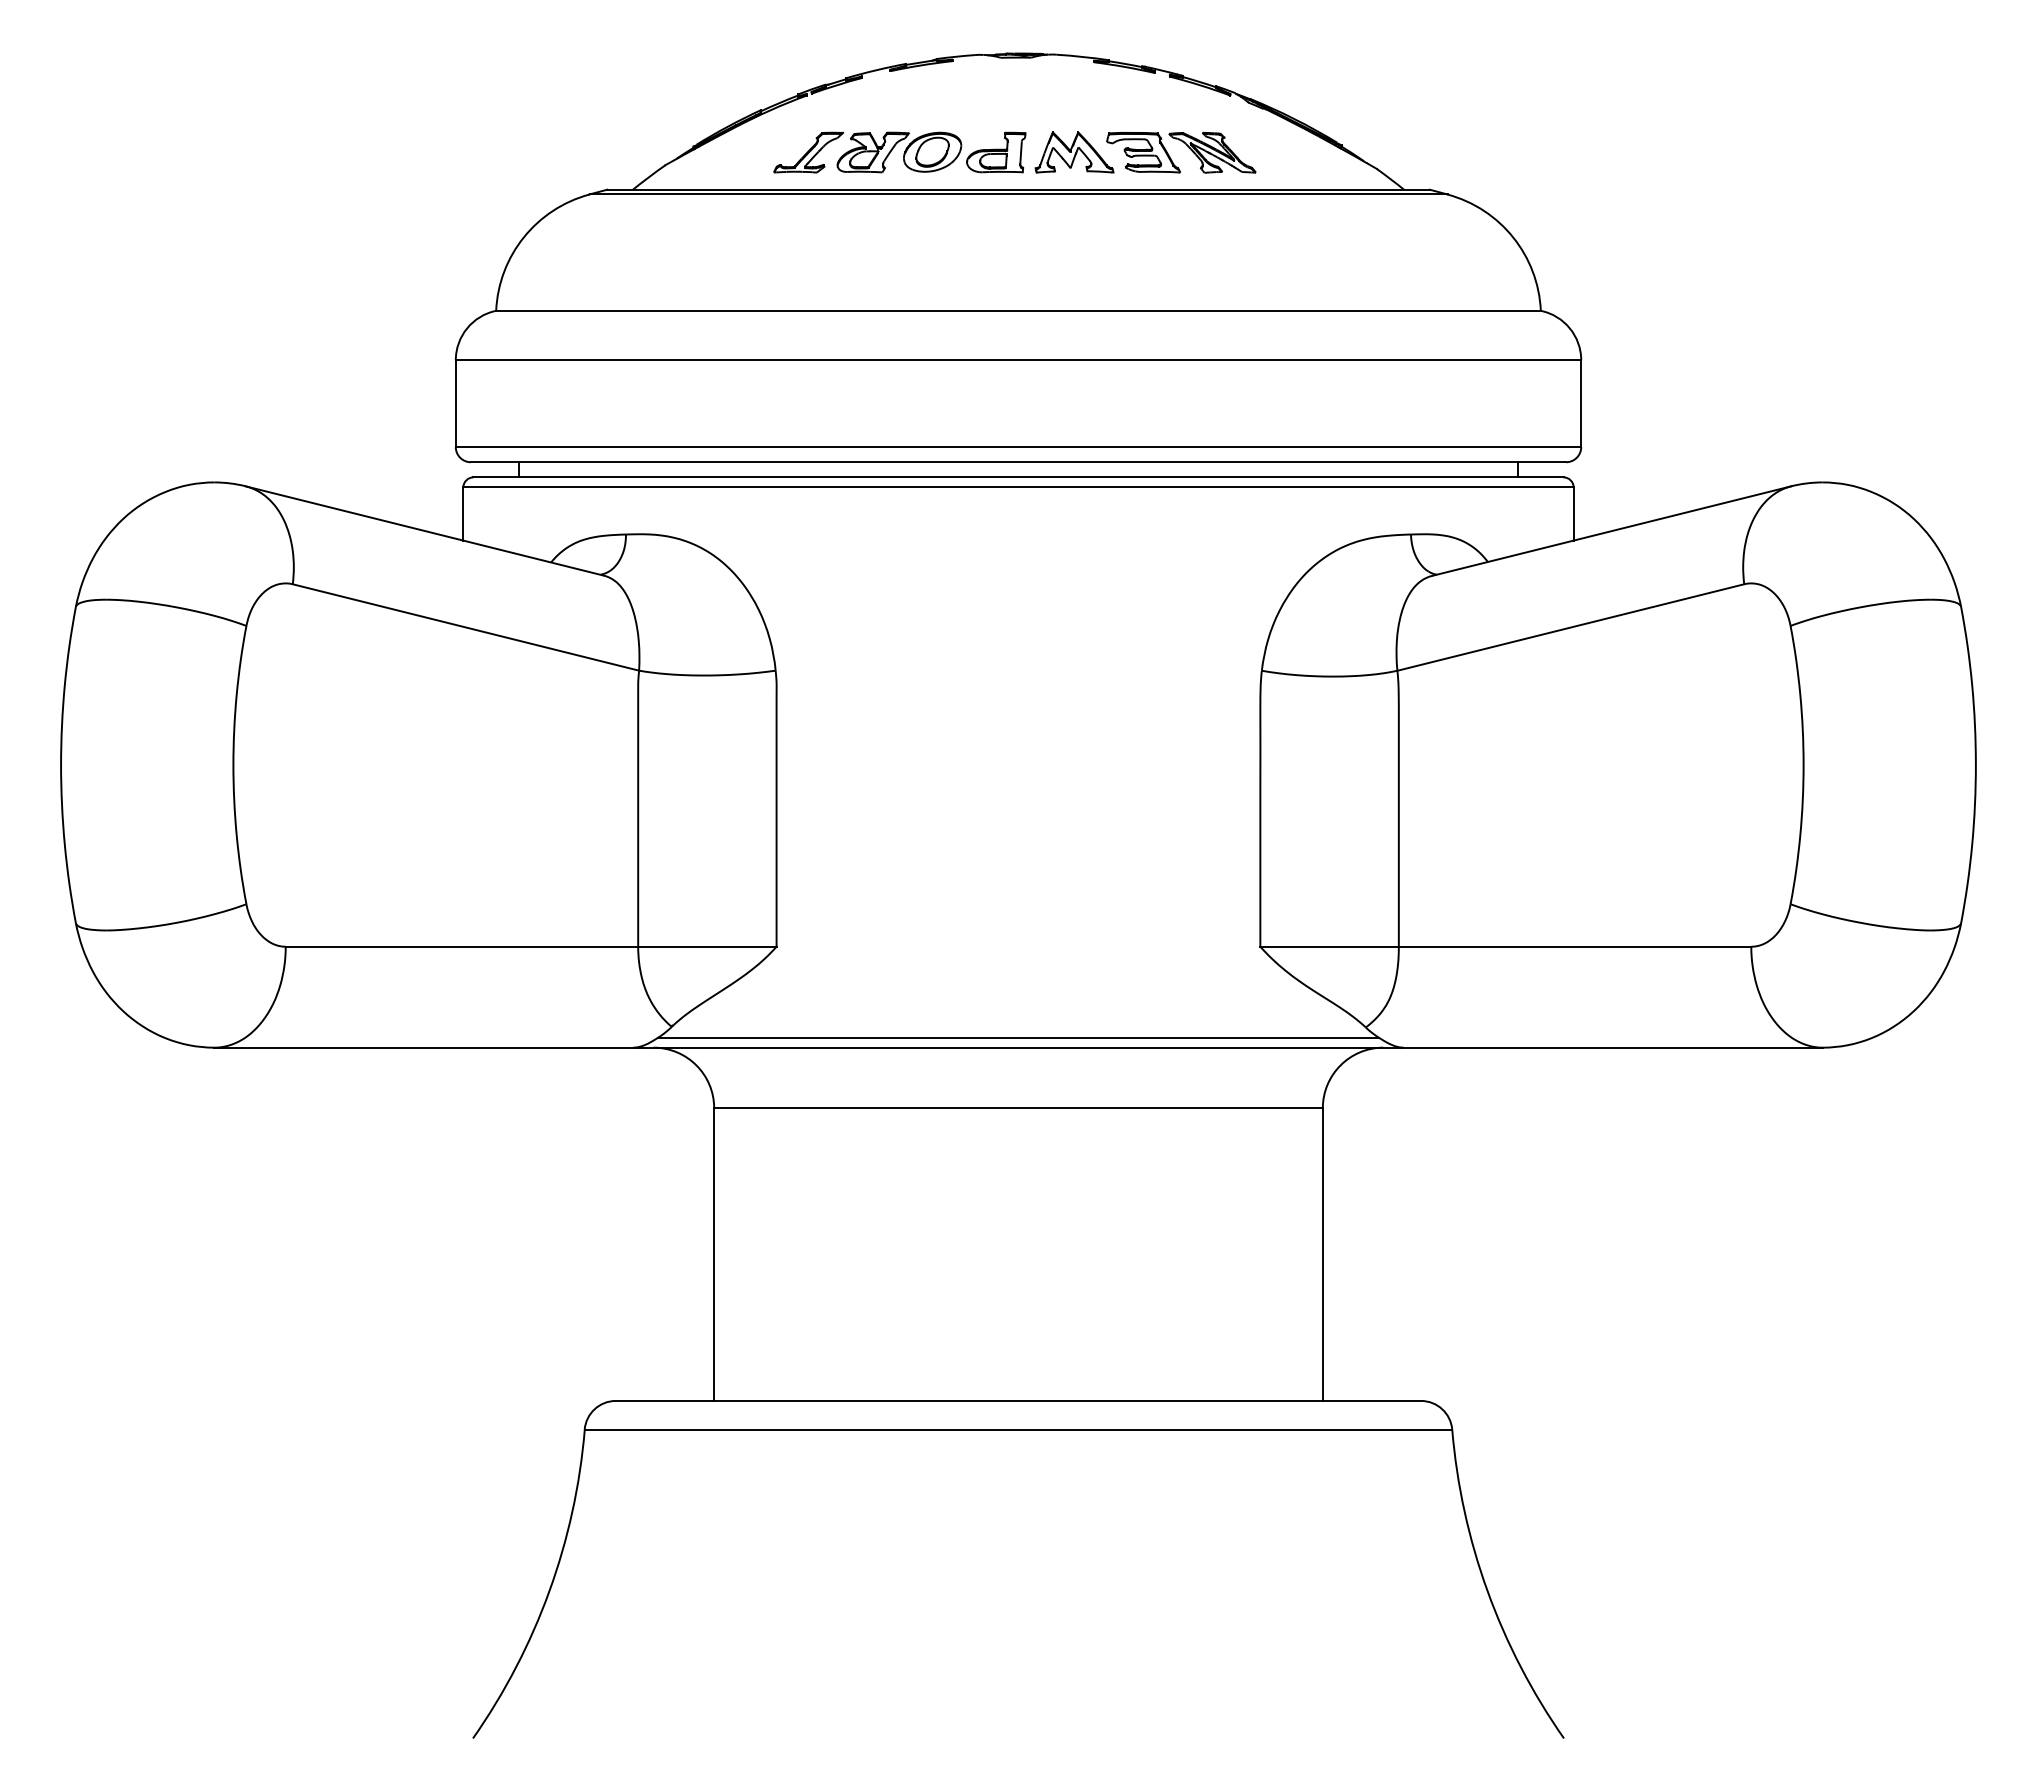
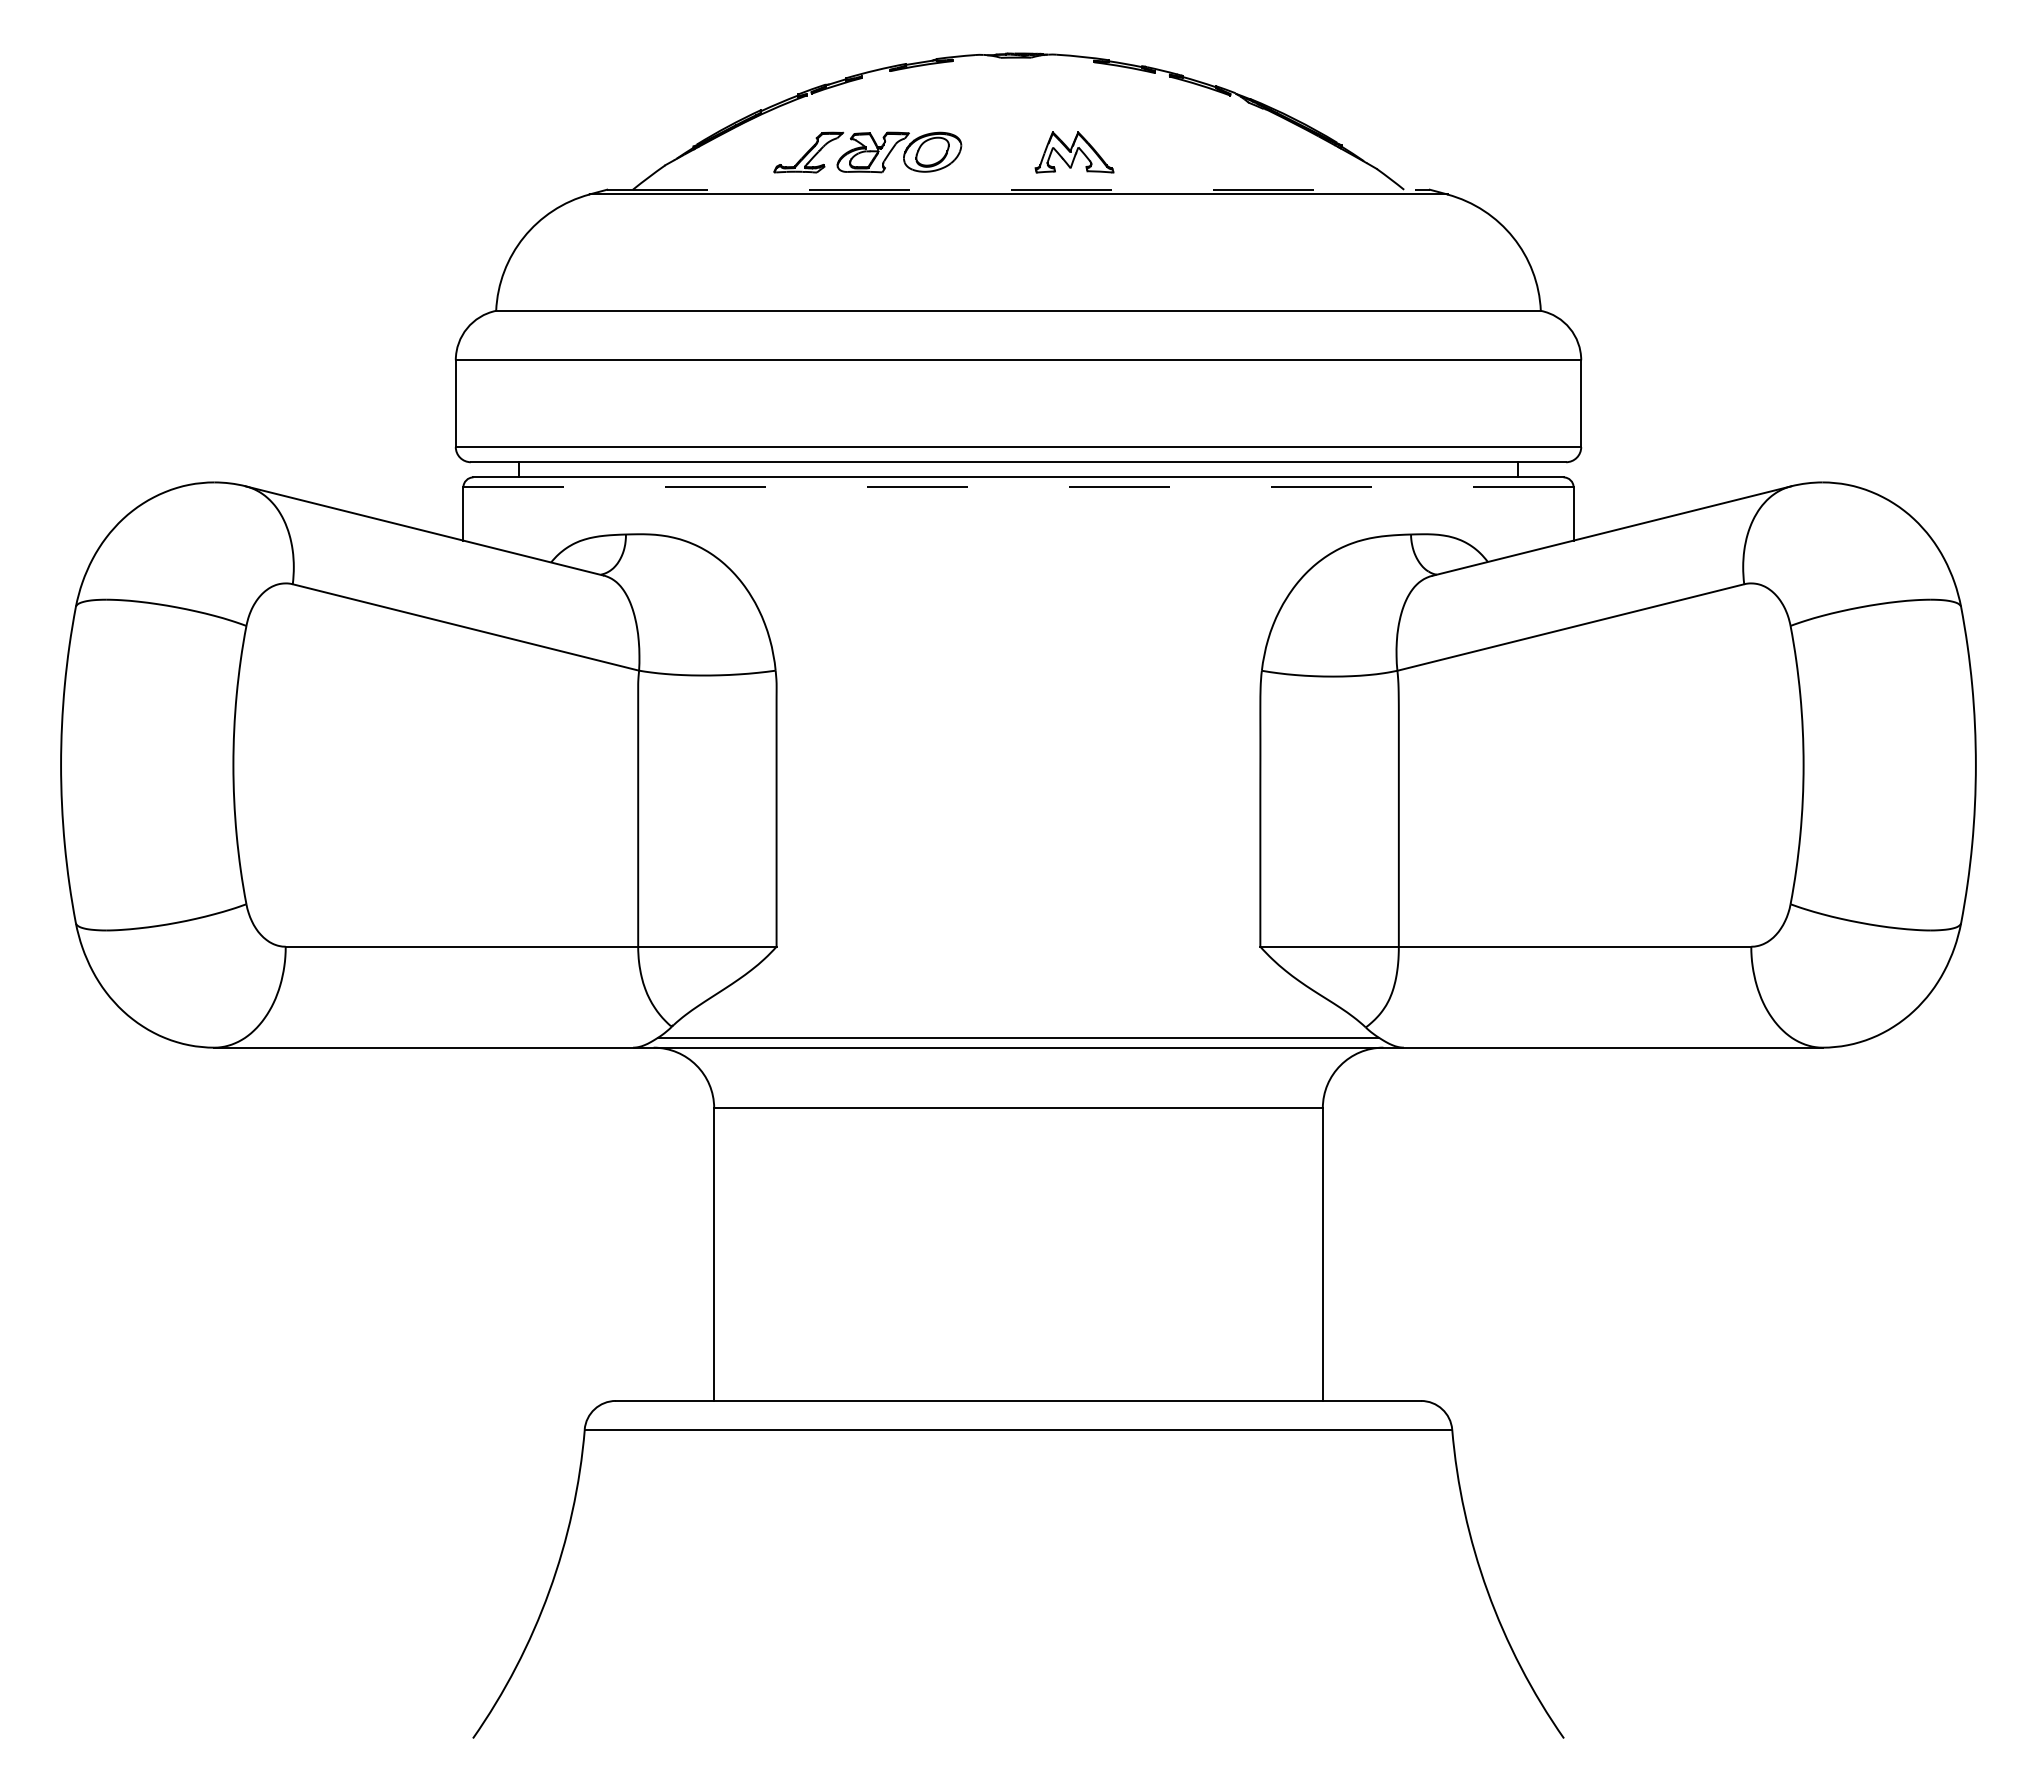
part at (1188, 148): present -> none
part at (996, 152): present -> none
line at (1019, 189): solid -> dashed
line at (1018, 487): solid -> dashed
